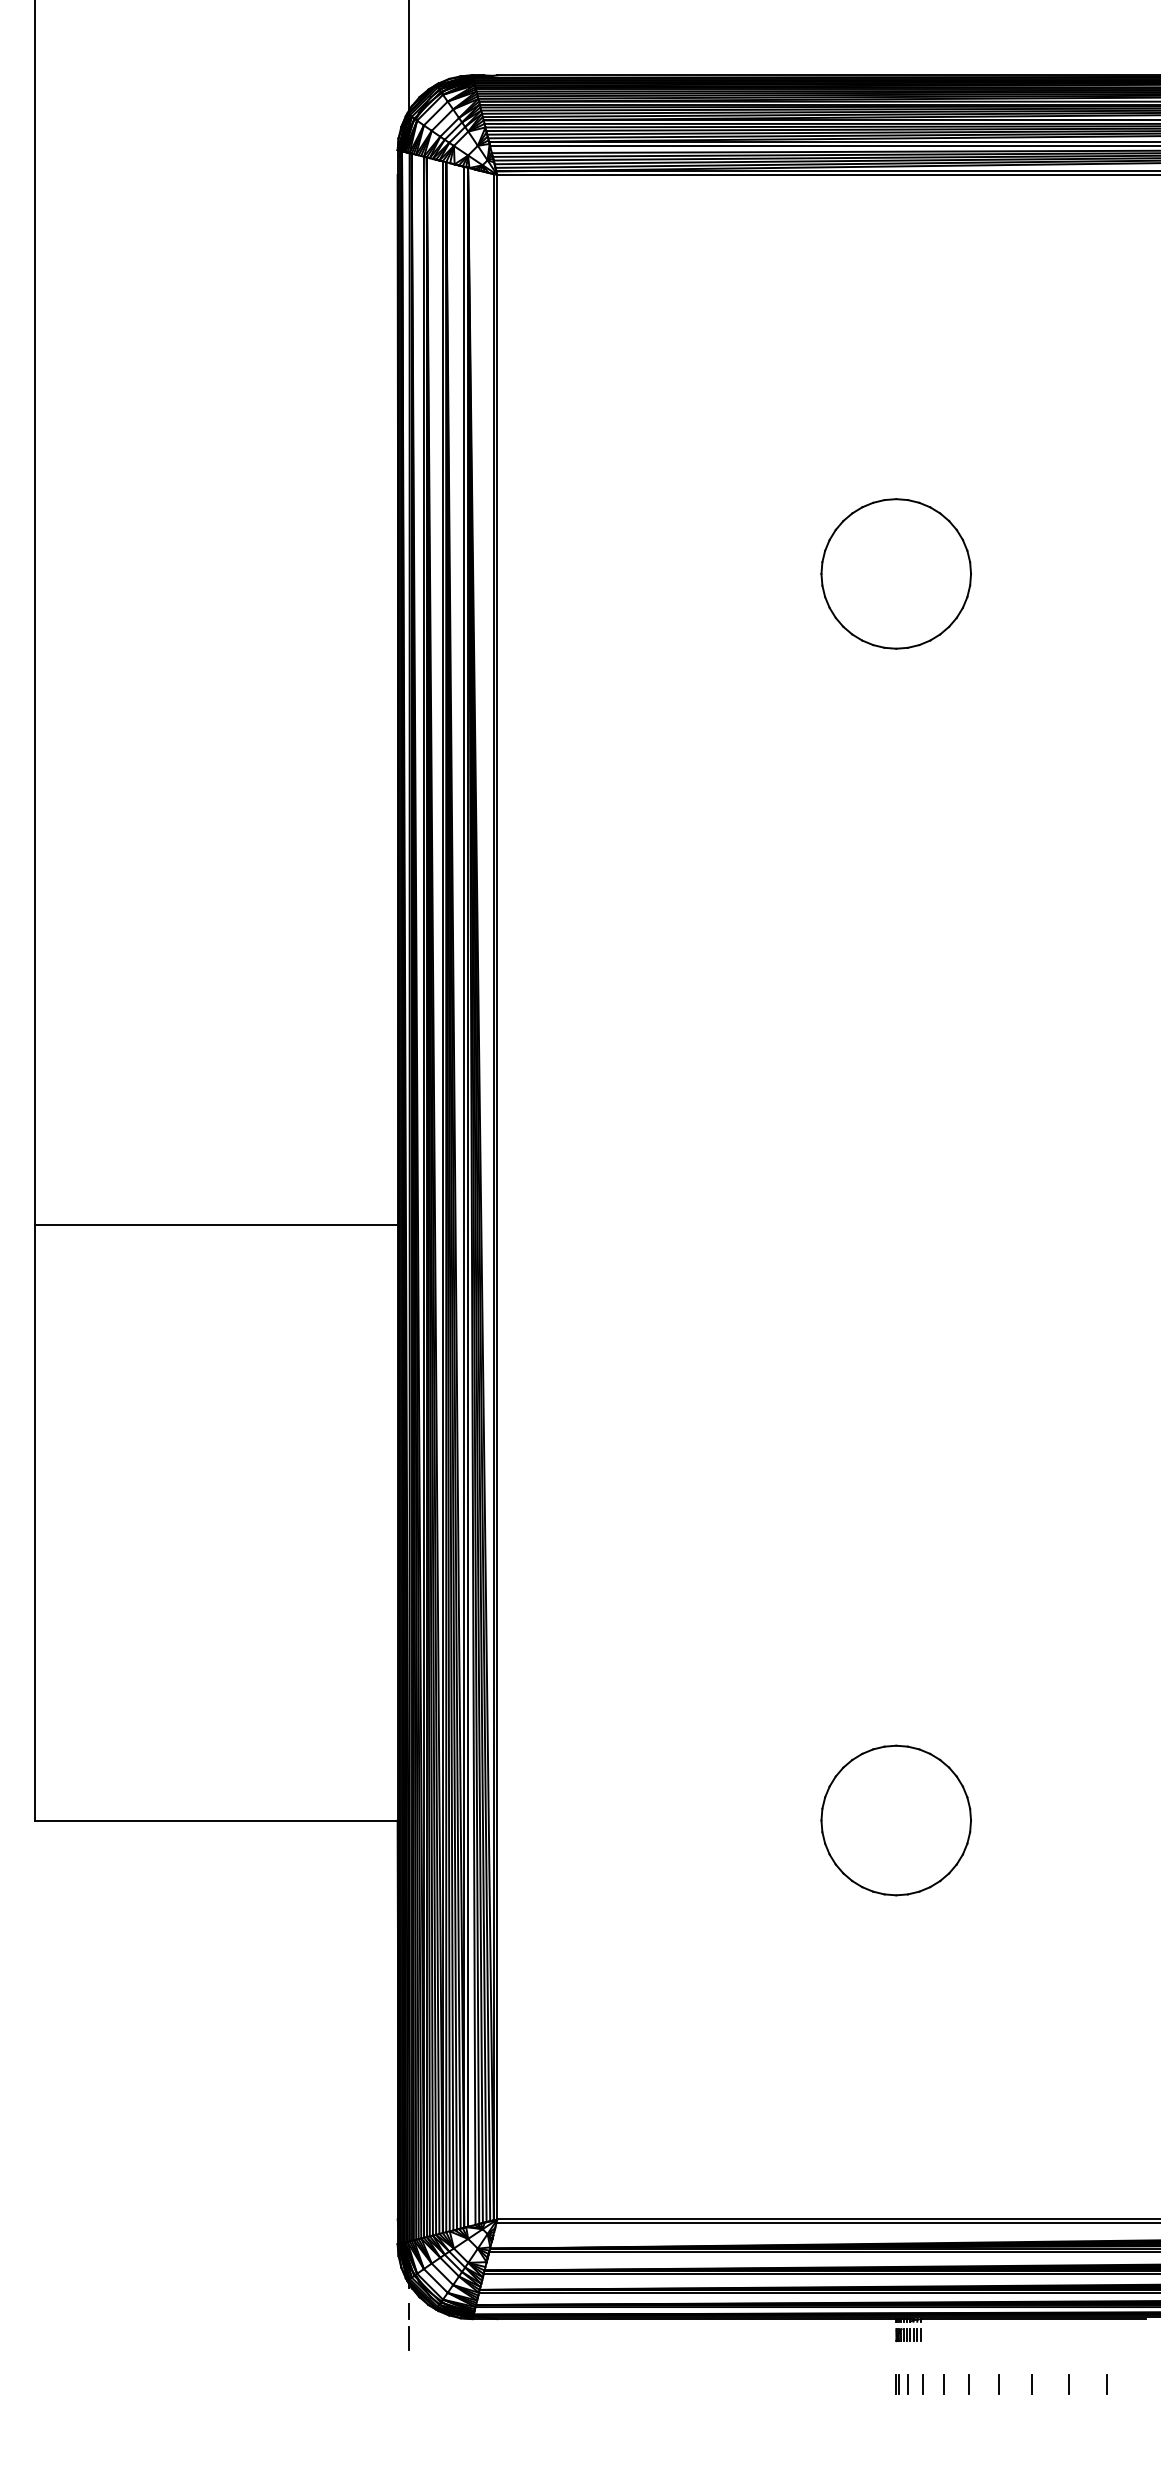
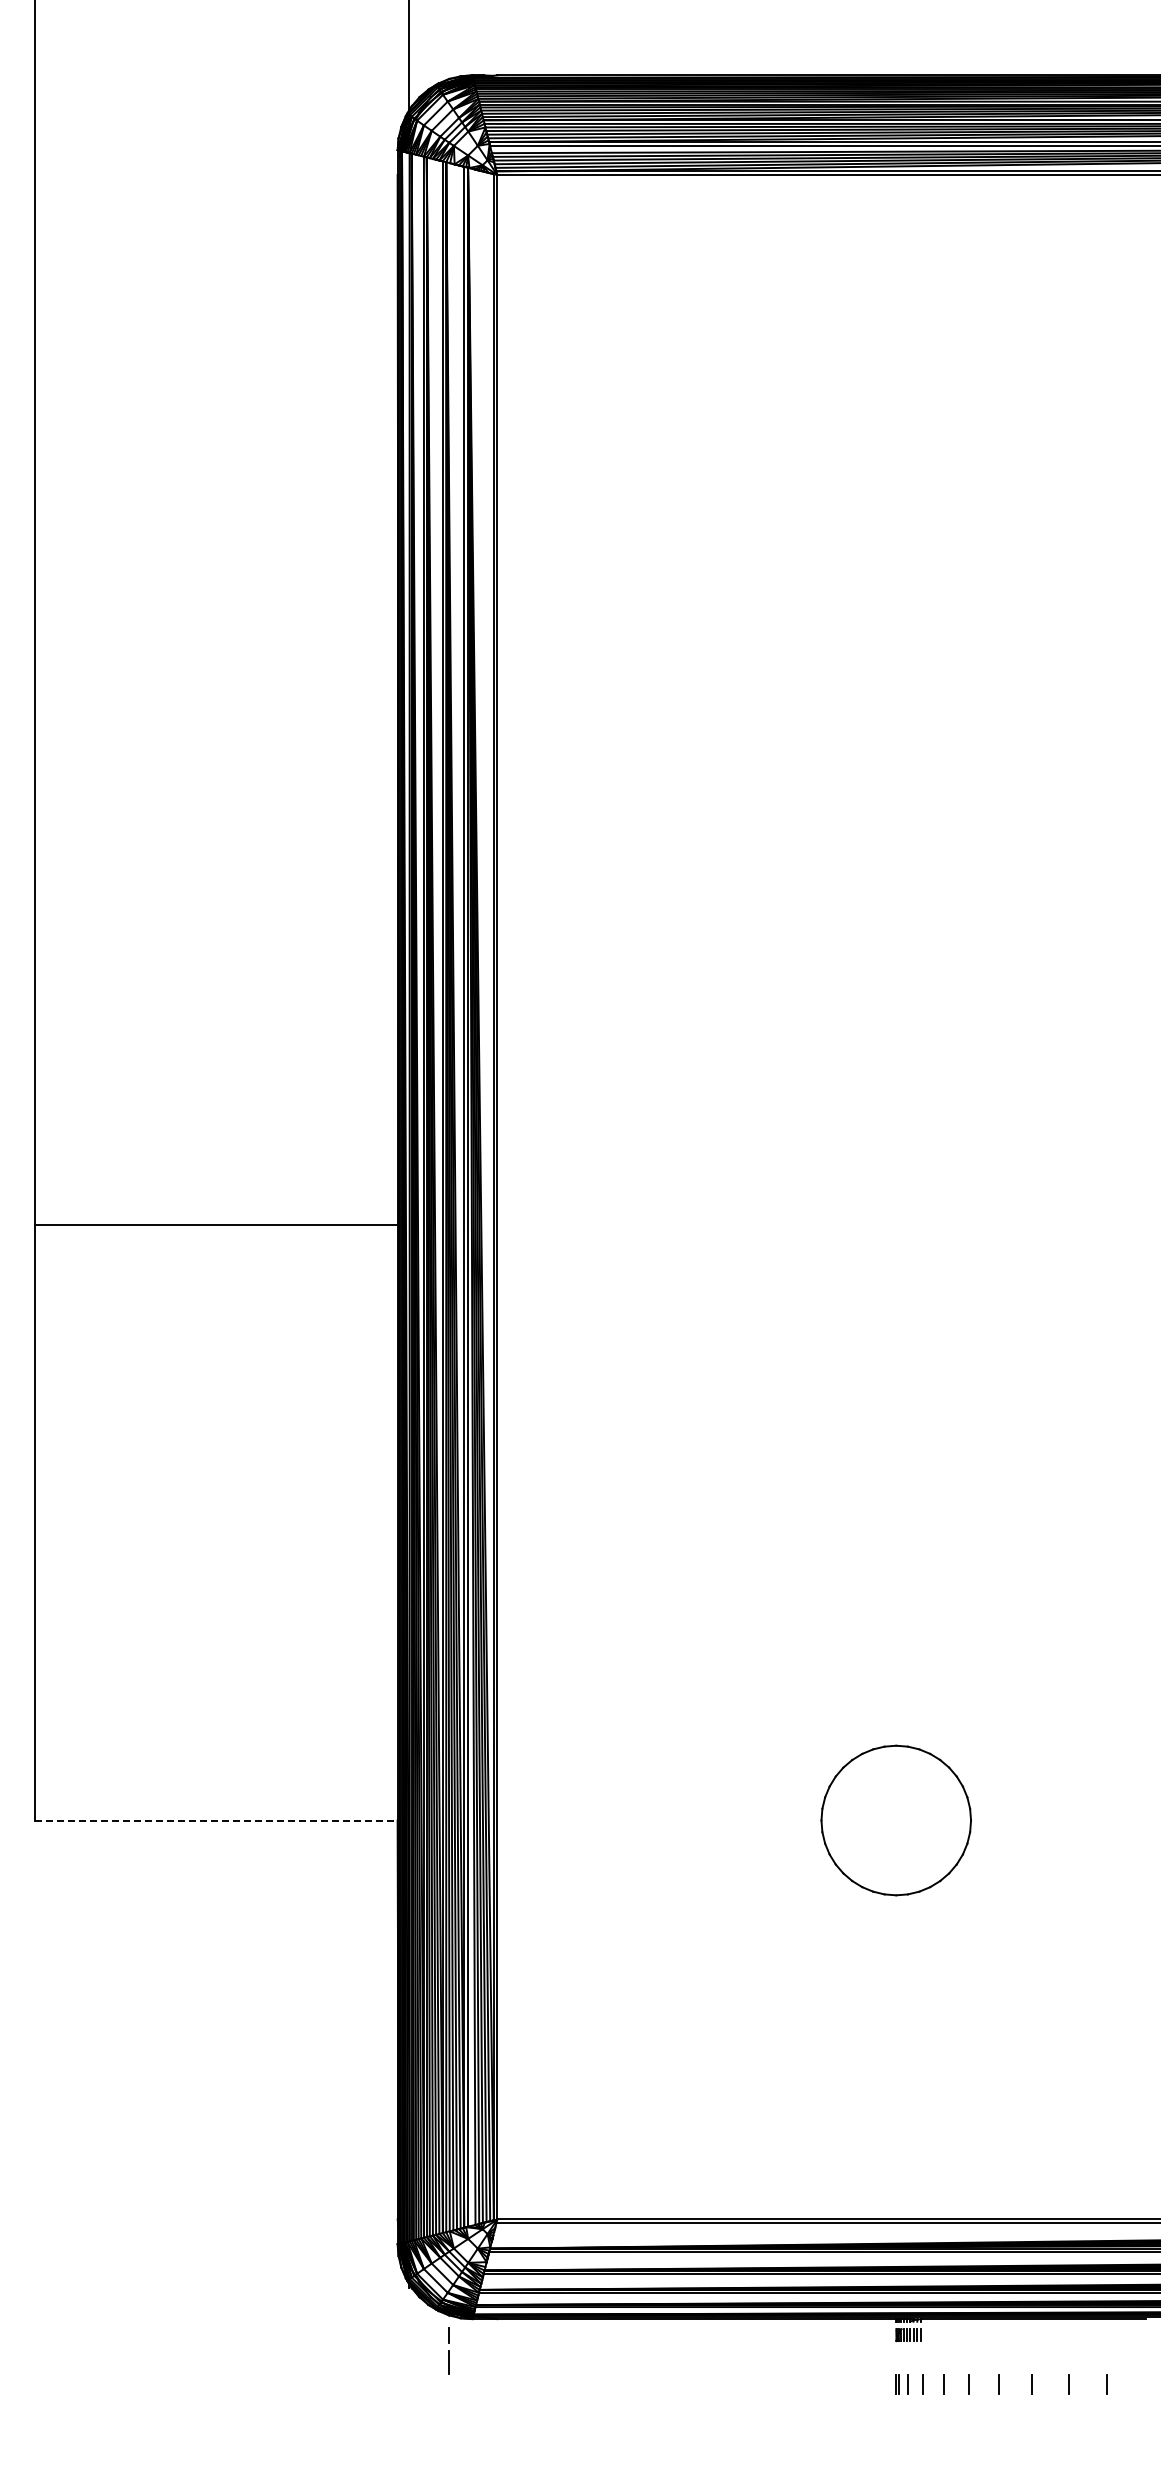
part at (895, 573): present -> none
line at (216, 1820): solid -> dashed
line at (408, 2326) position: (408, 2326) -> (448, 2350)
